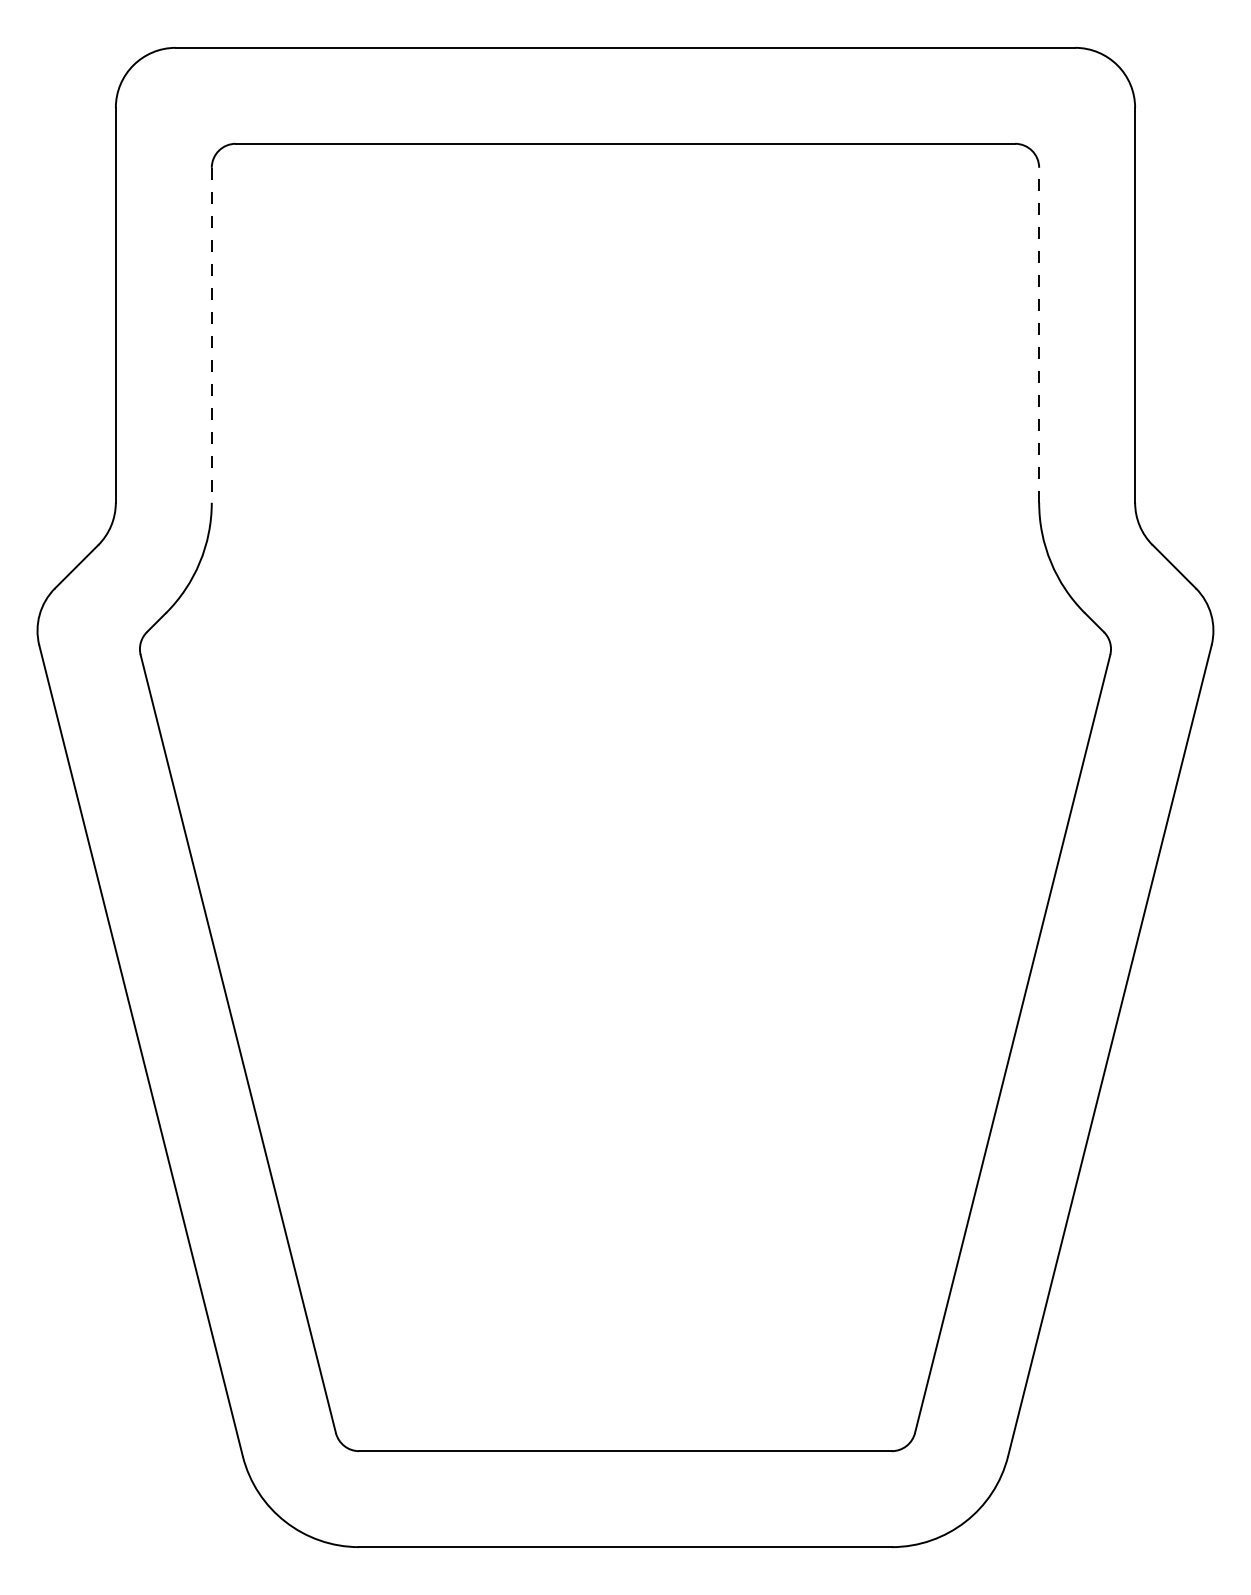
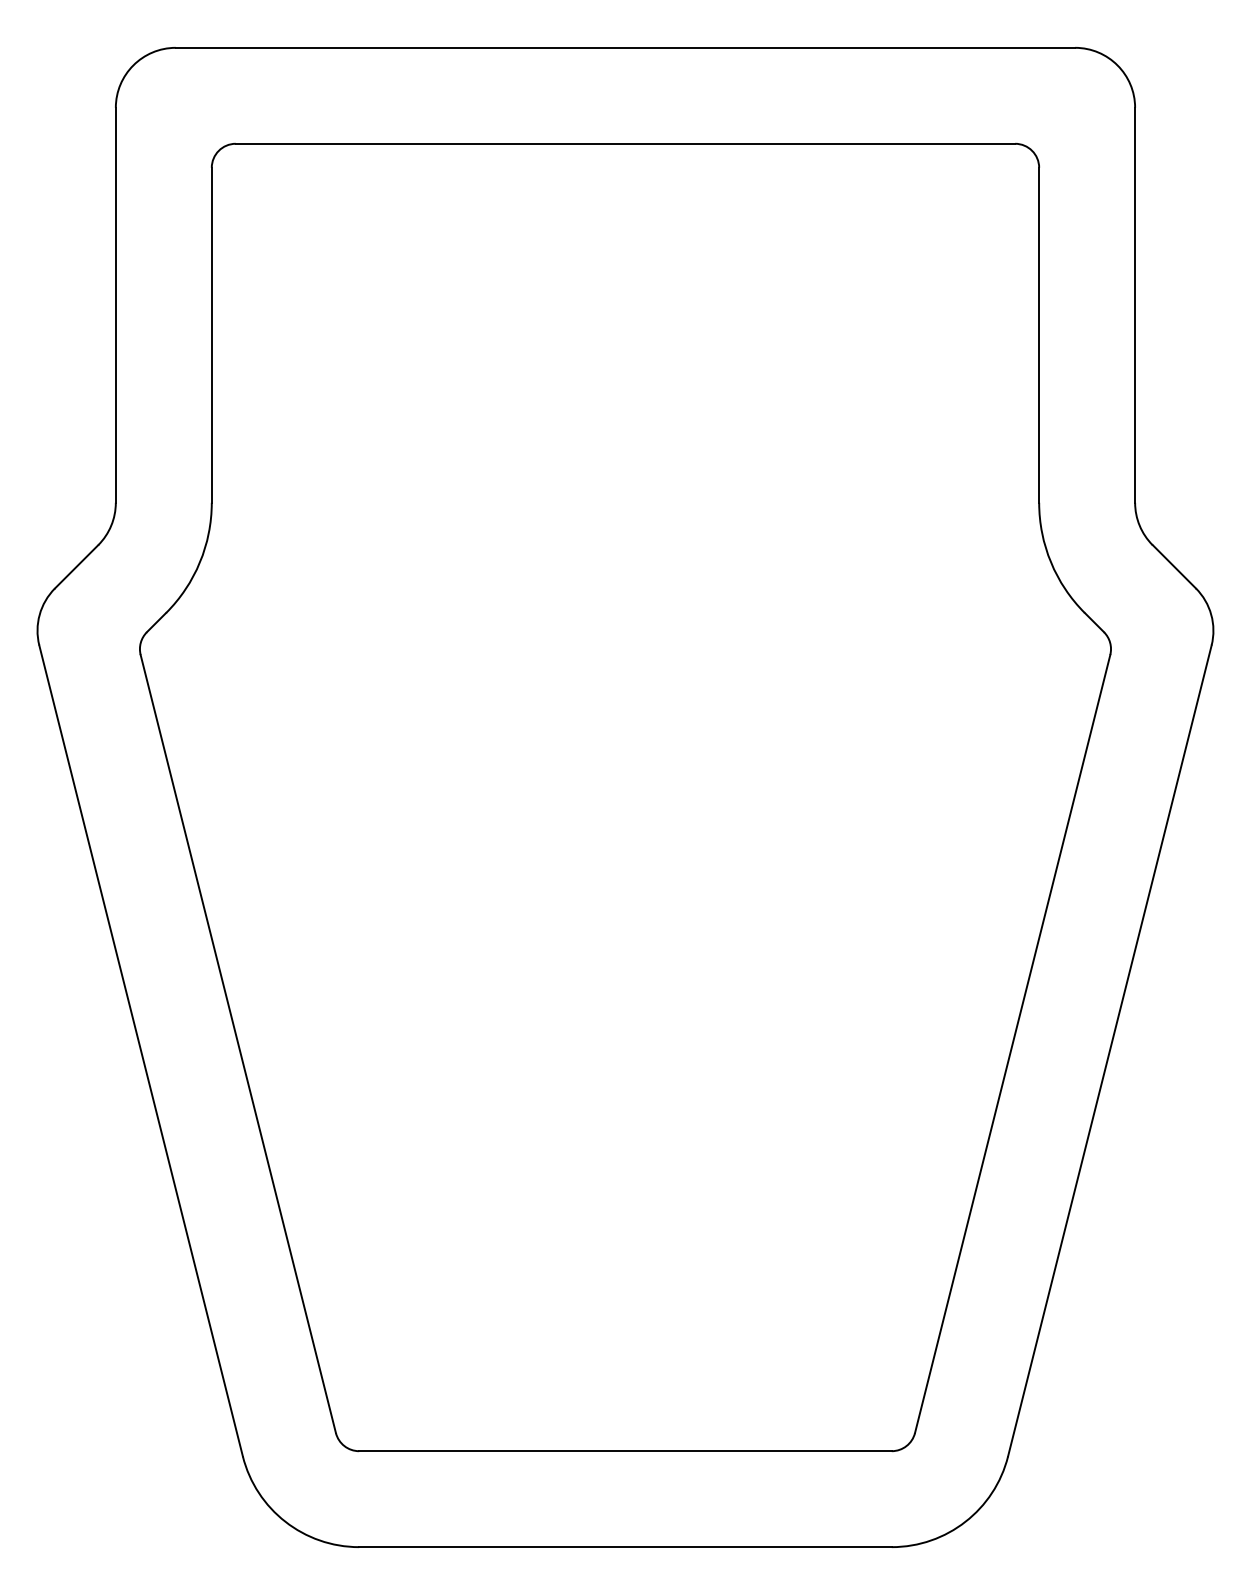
line at (211, 335): dashed -> solid
line at (1039, 335): dashed -> solid
